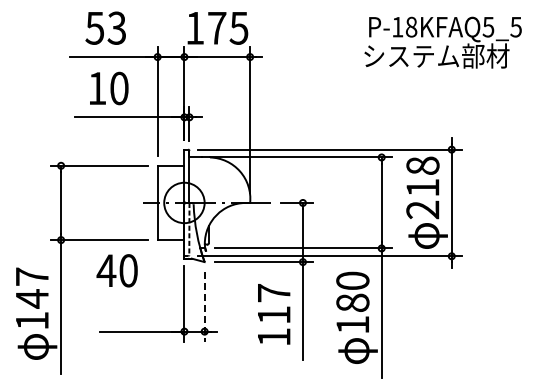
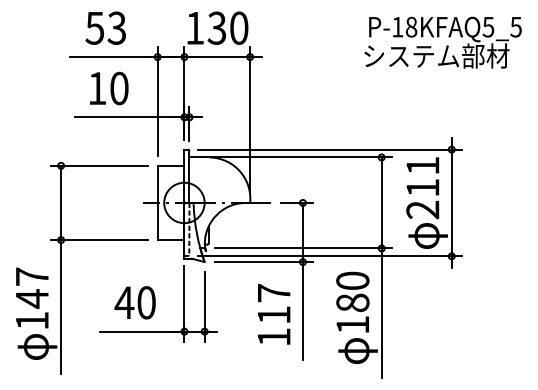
text at (227, 27): 175 -> 130
text at (422, 165): 218 -> 211
text at (116, 270) position: (116, 270) -> (134, 302)
line at (204, 306): dashed -> solid
